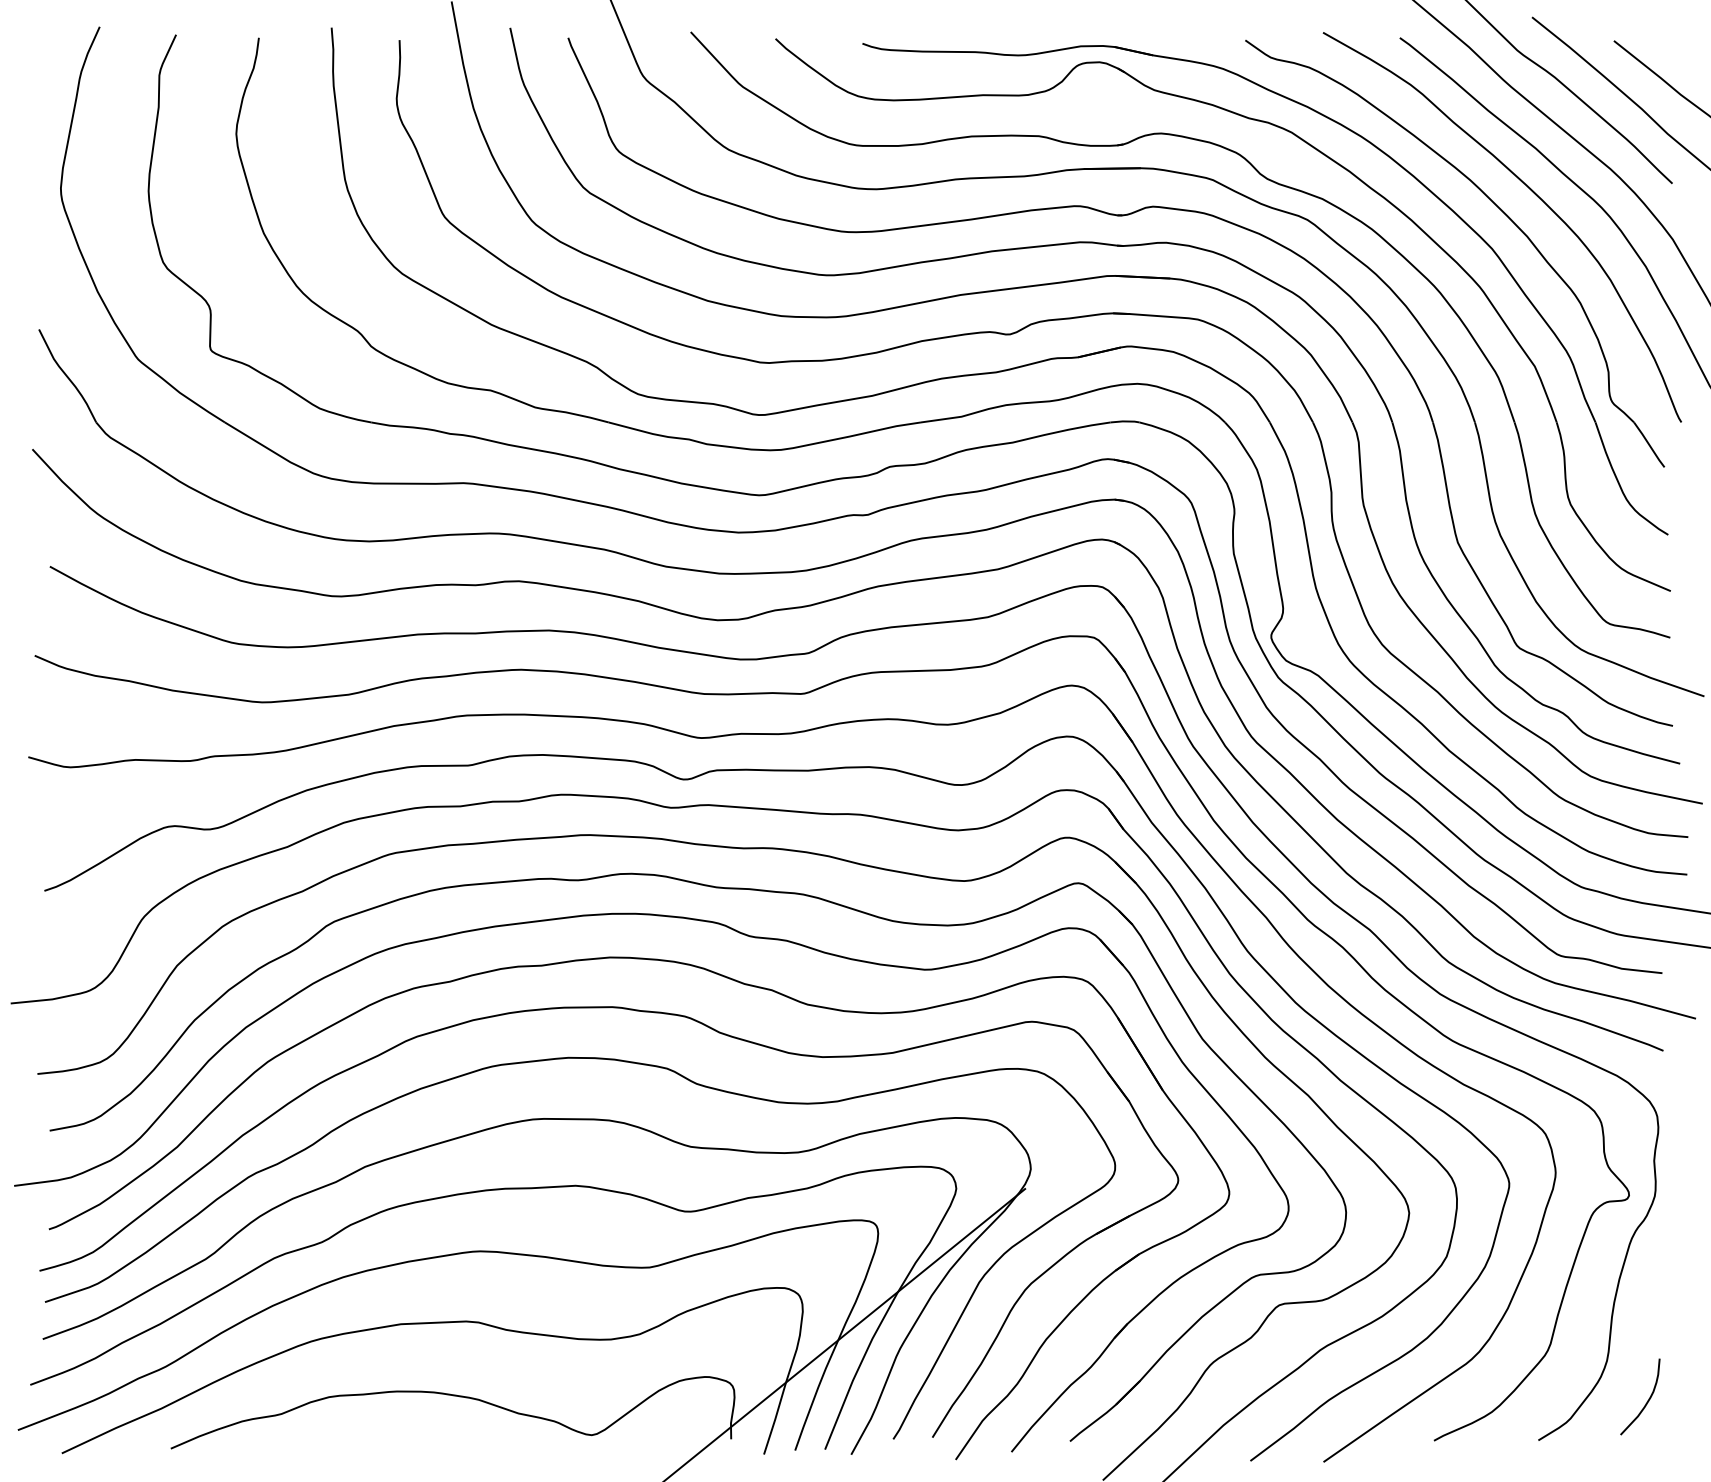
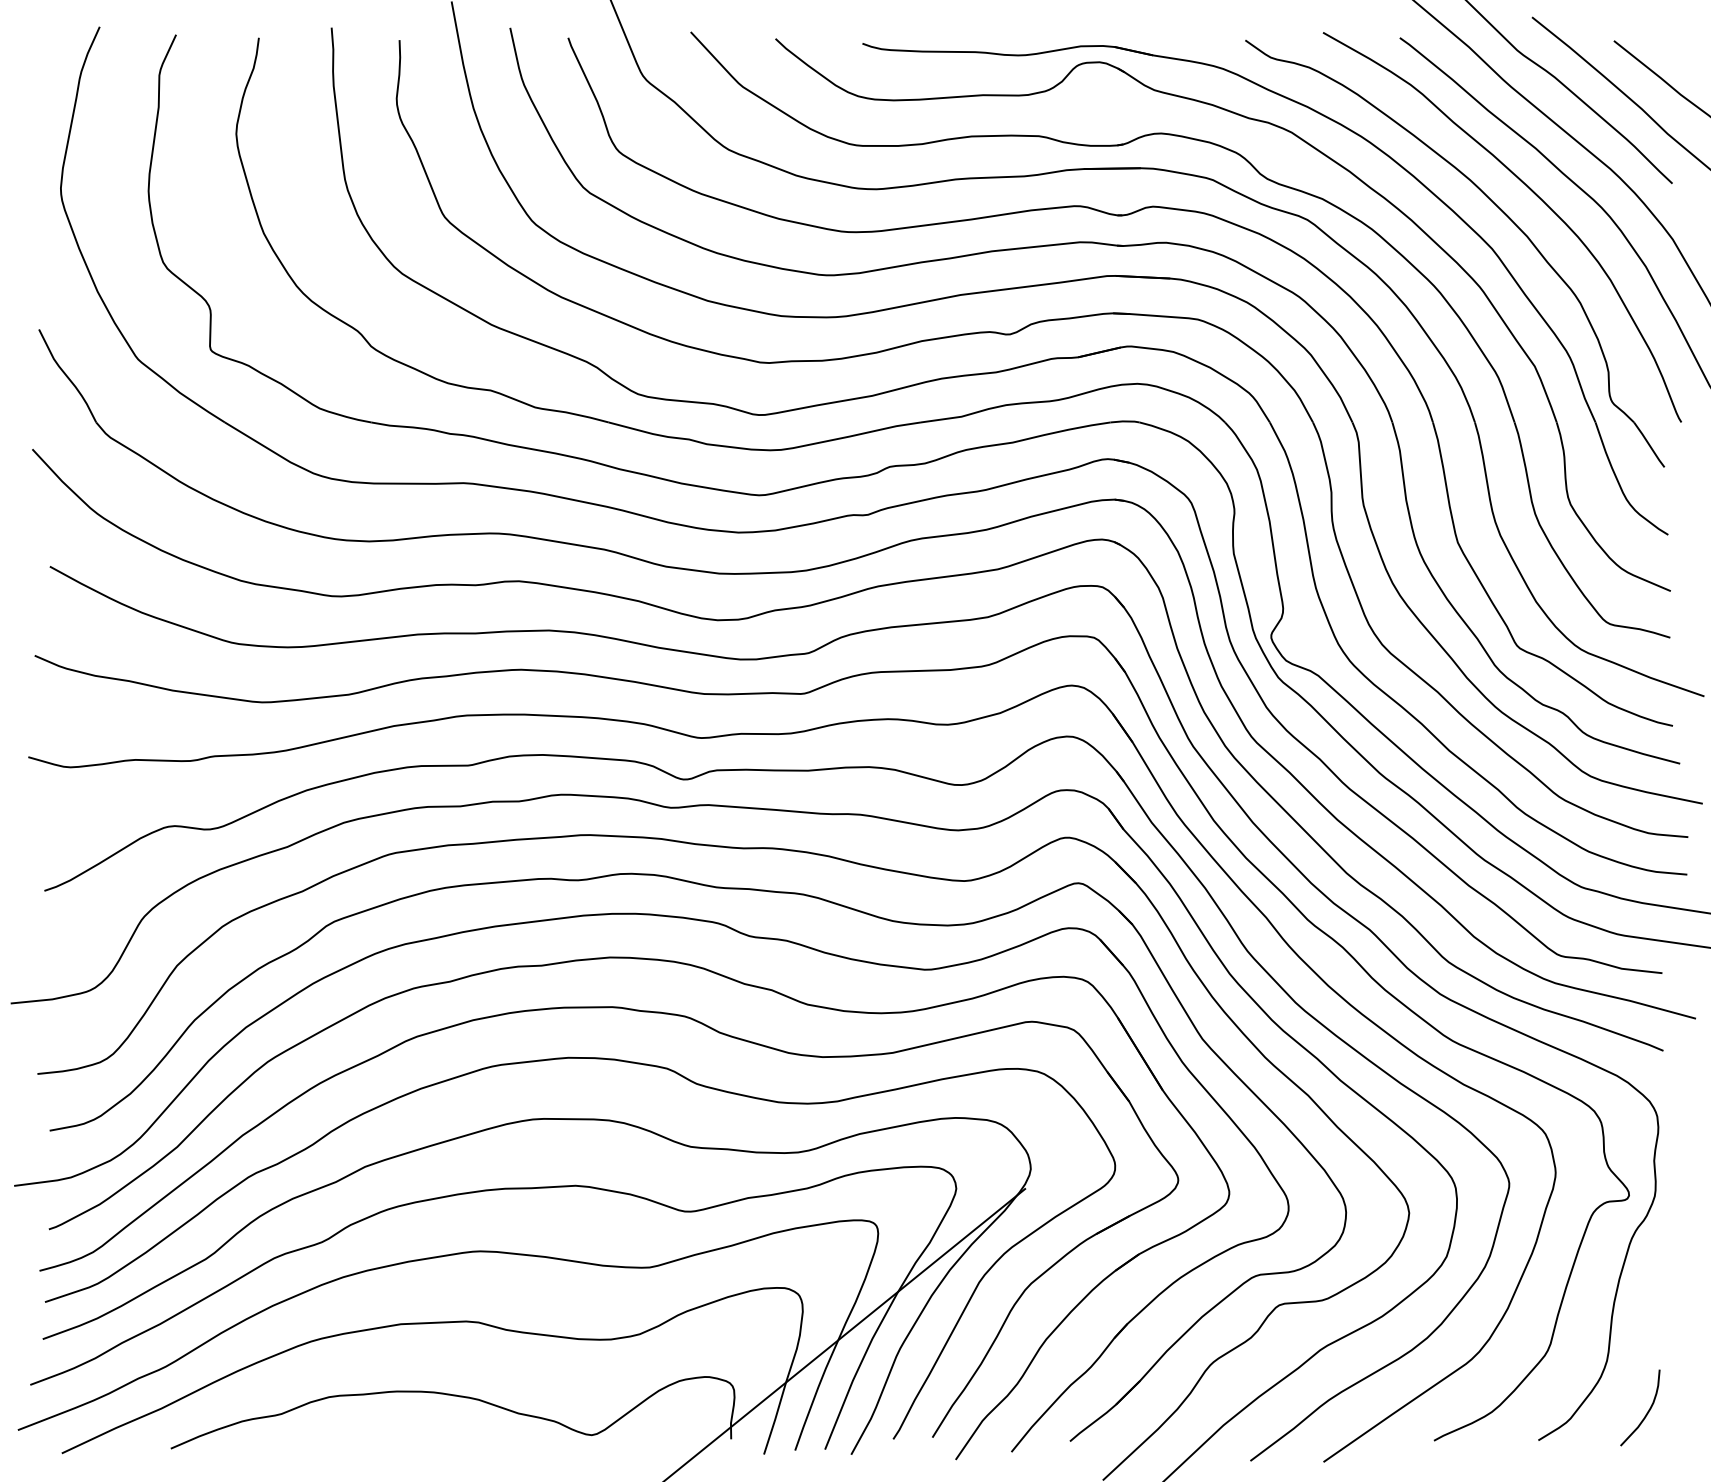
curve at (1647, 1400) position: (1647, 1400) -> (1647, 1411)
